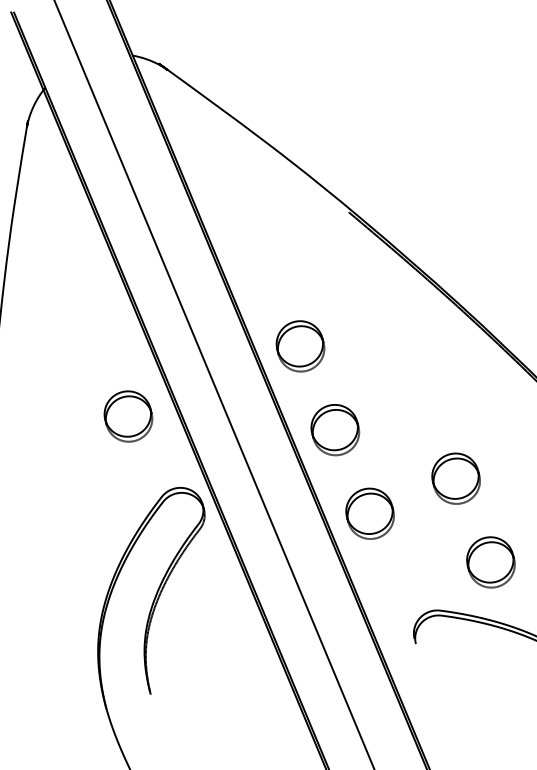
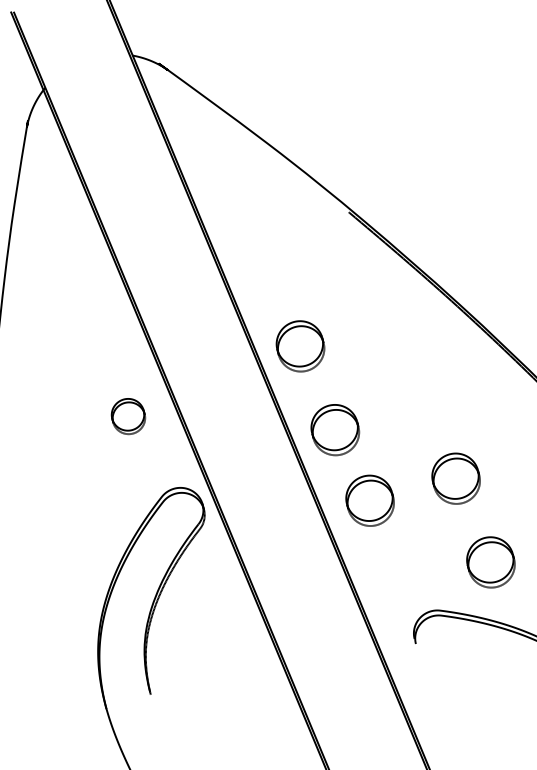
line at (214, 384): present -> none
part at (128, 416) size: 51x53 px -> 37x38 px
part at (369, 513) position: (369, 513) -> (369, 500)
